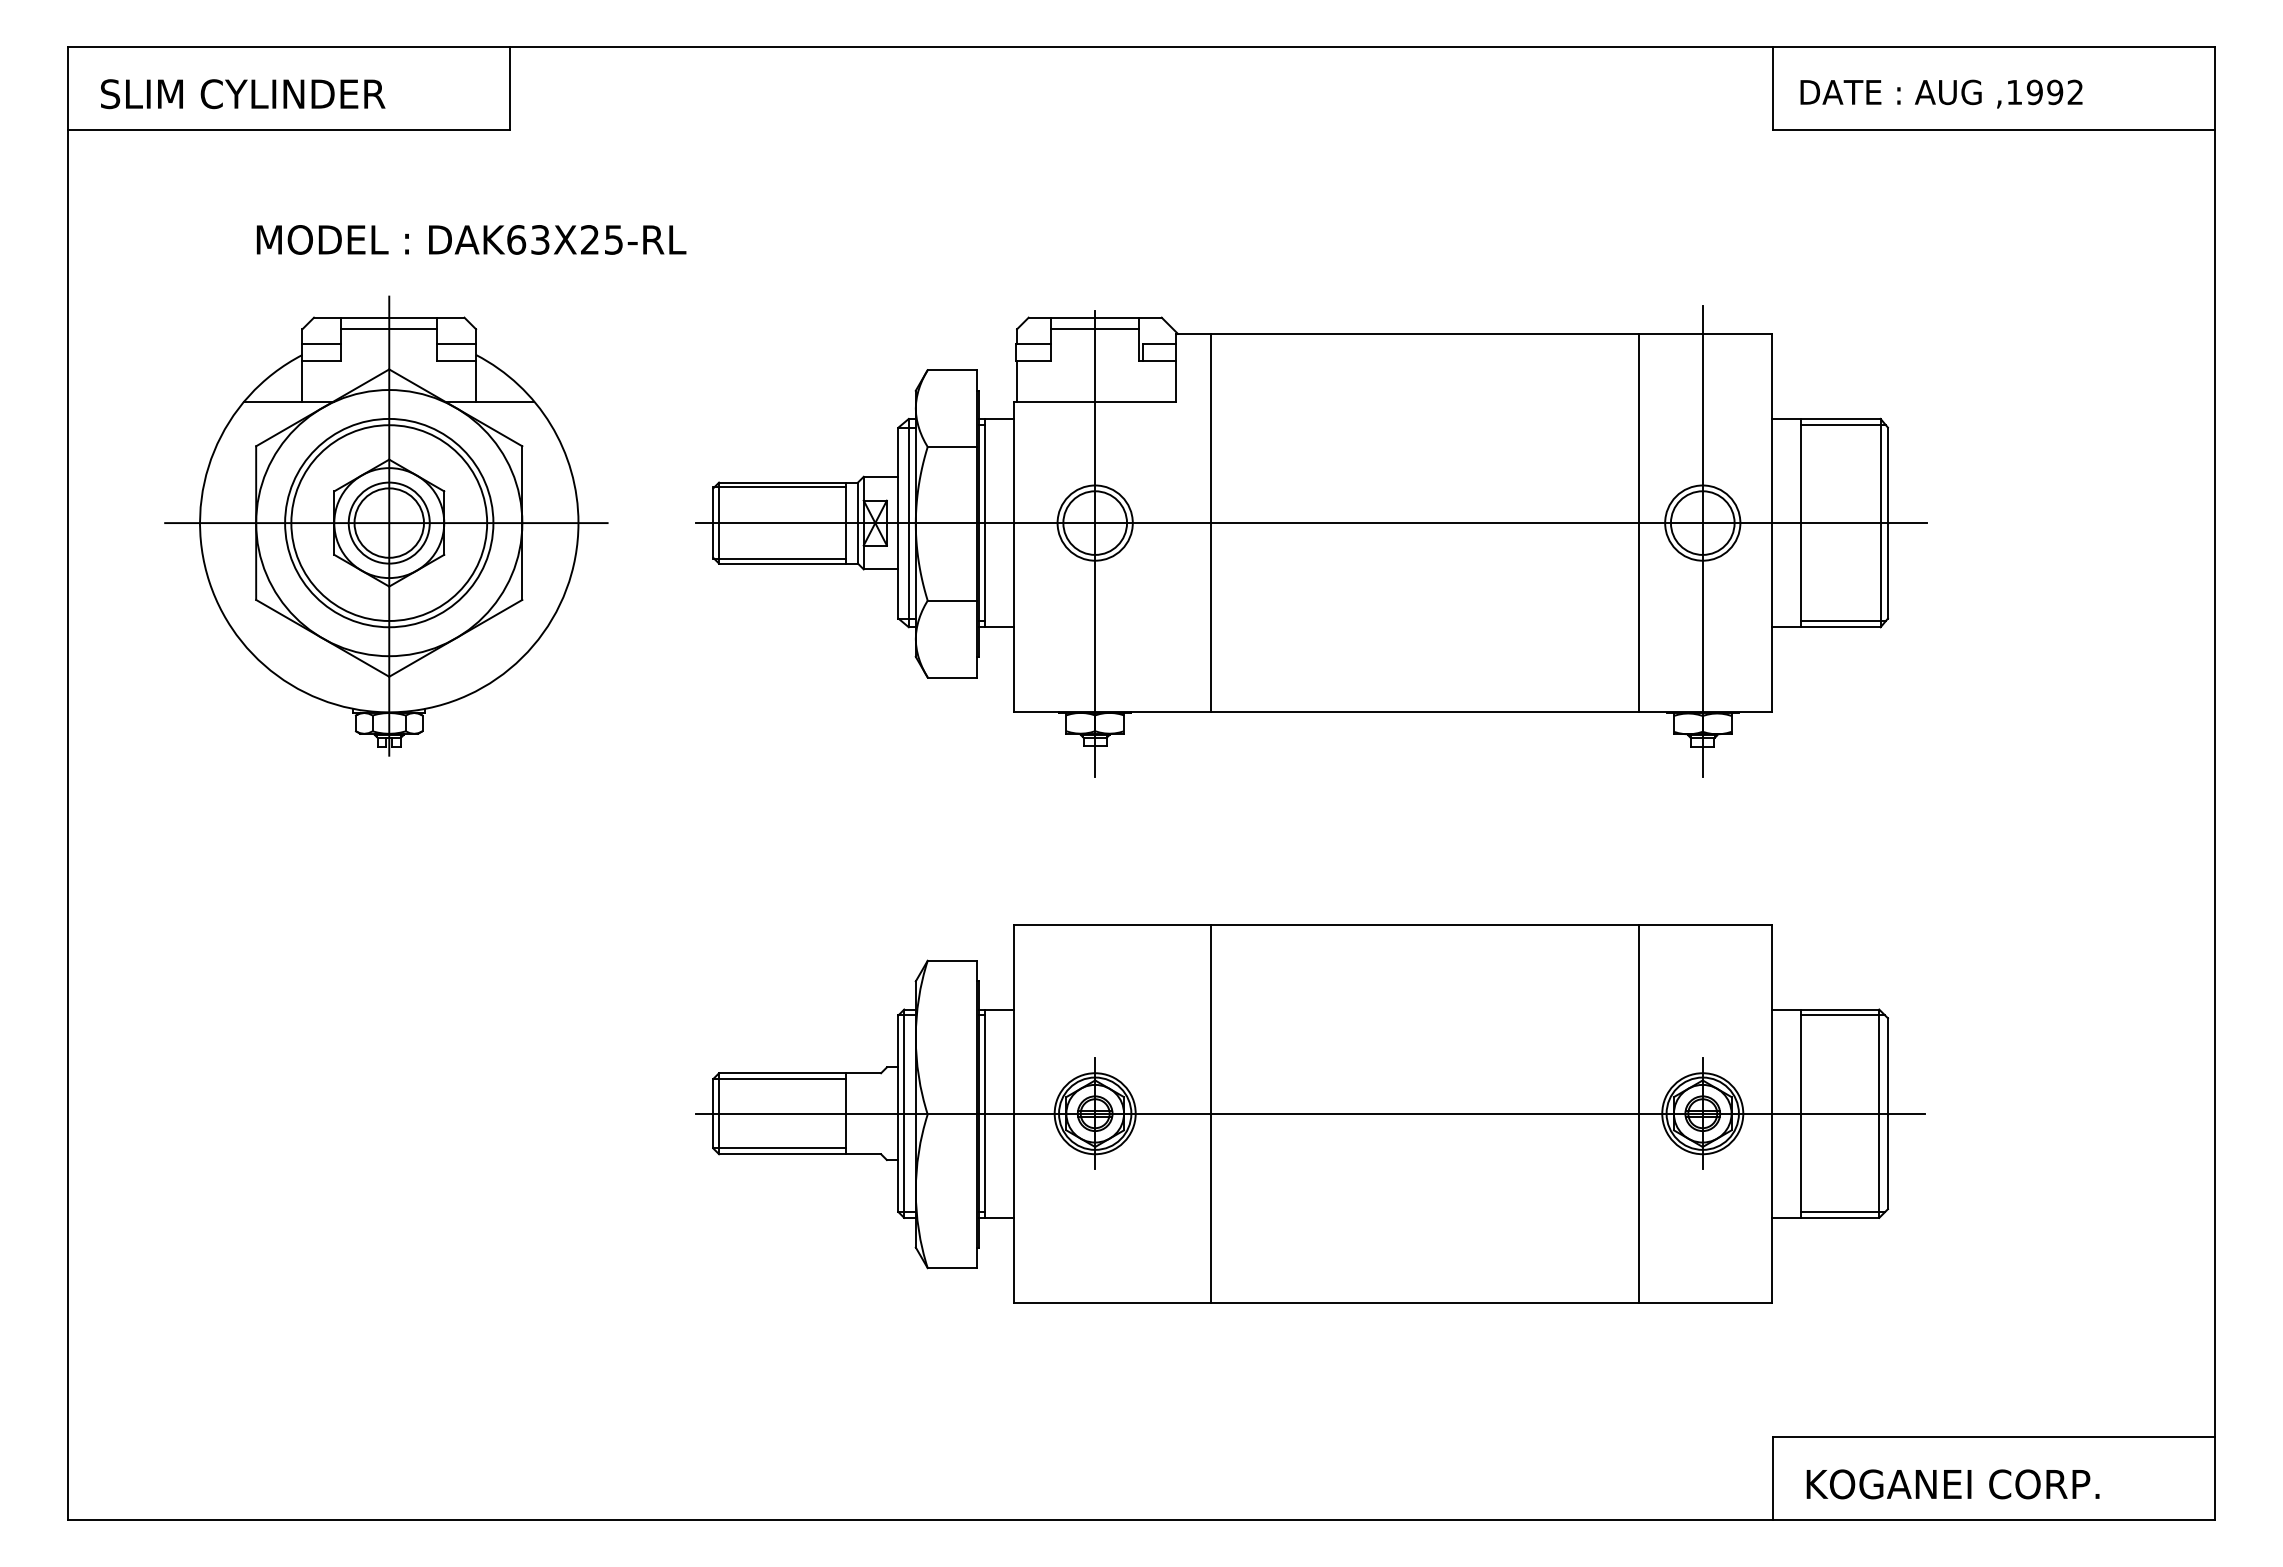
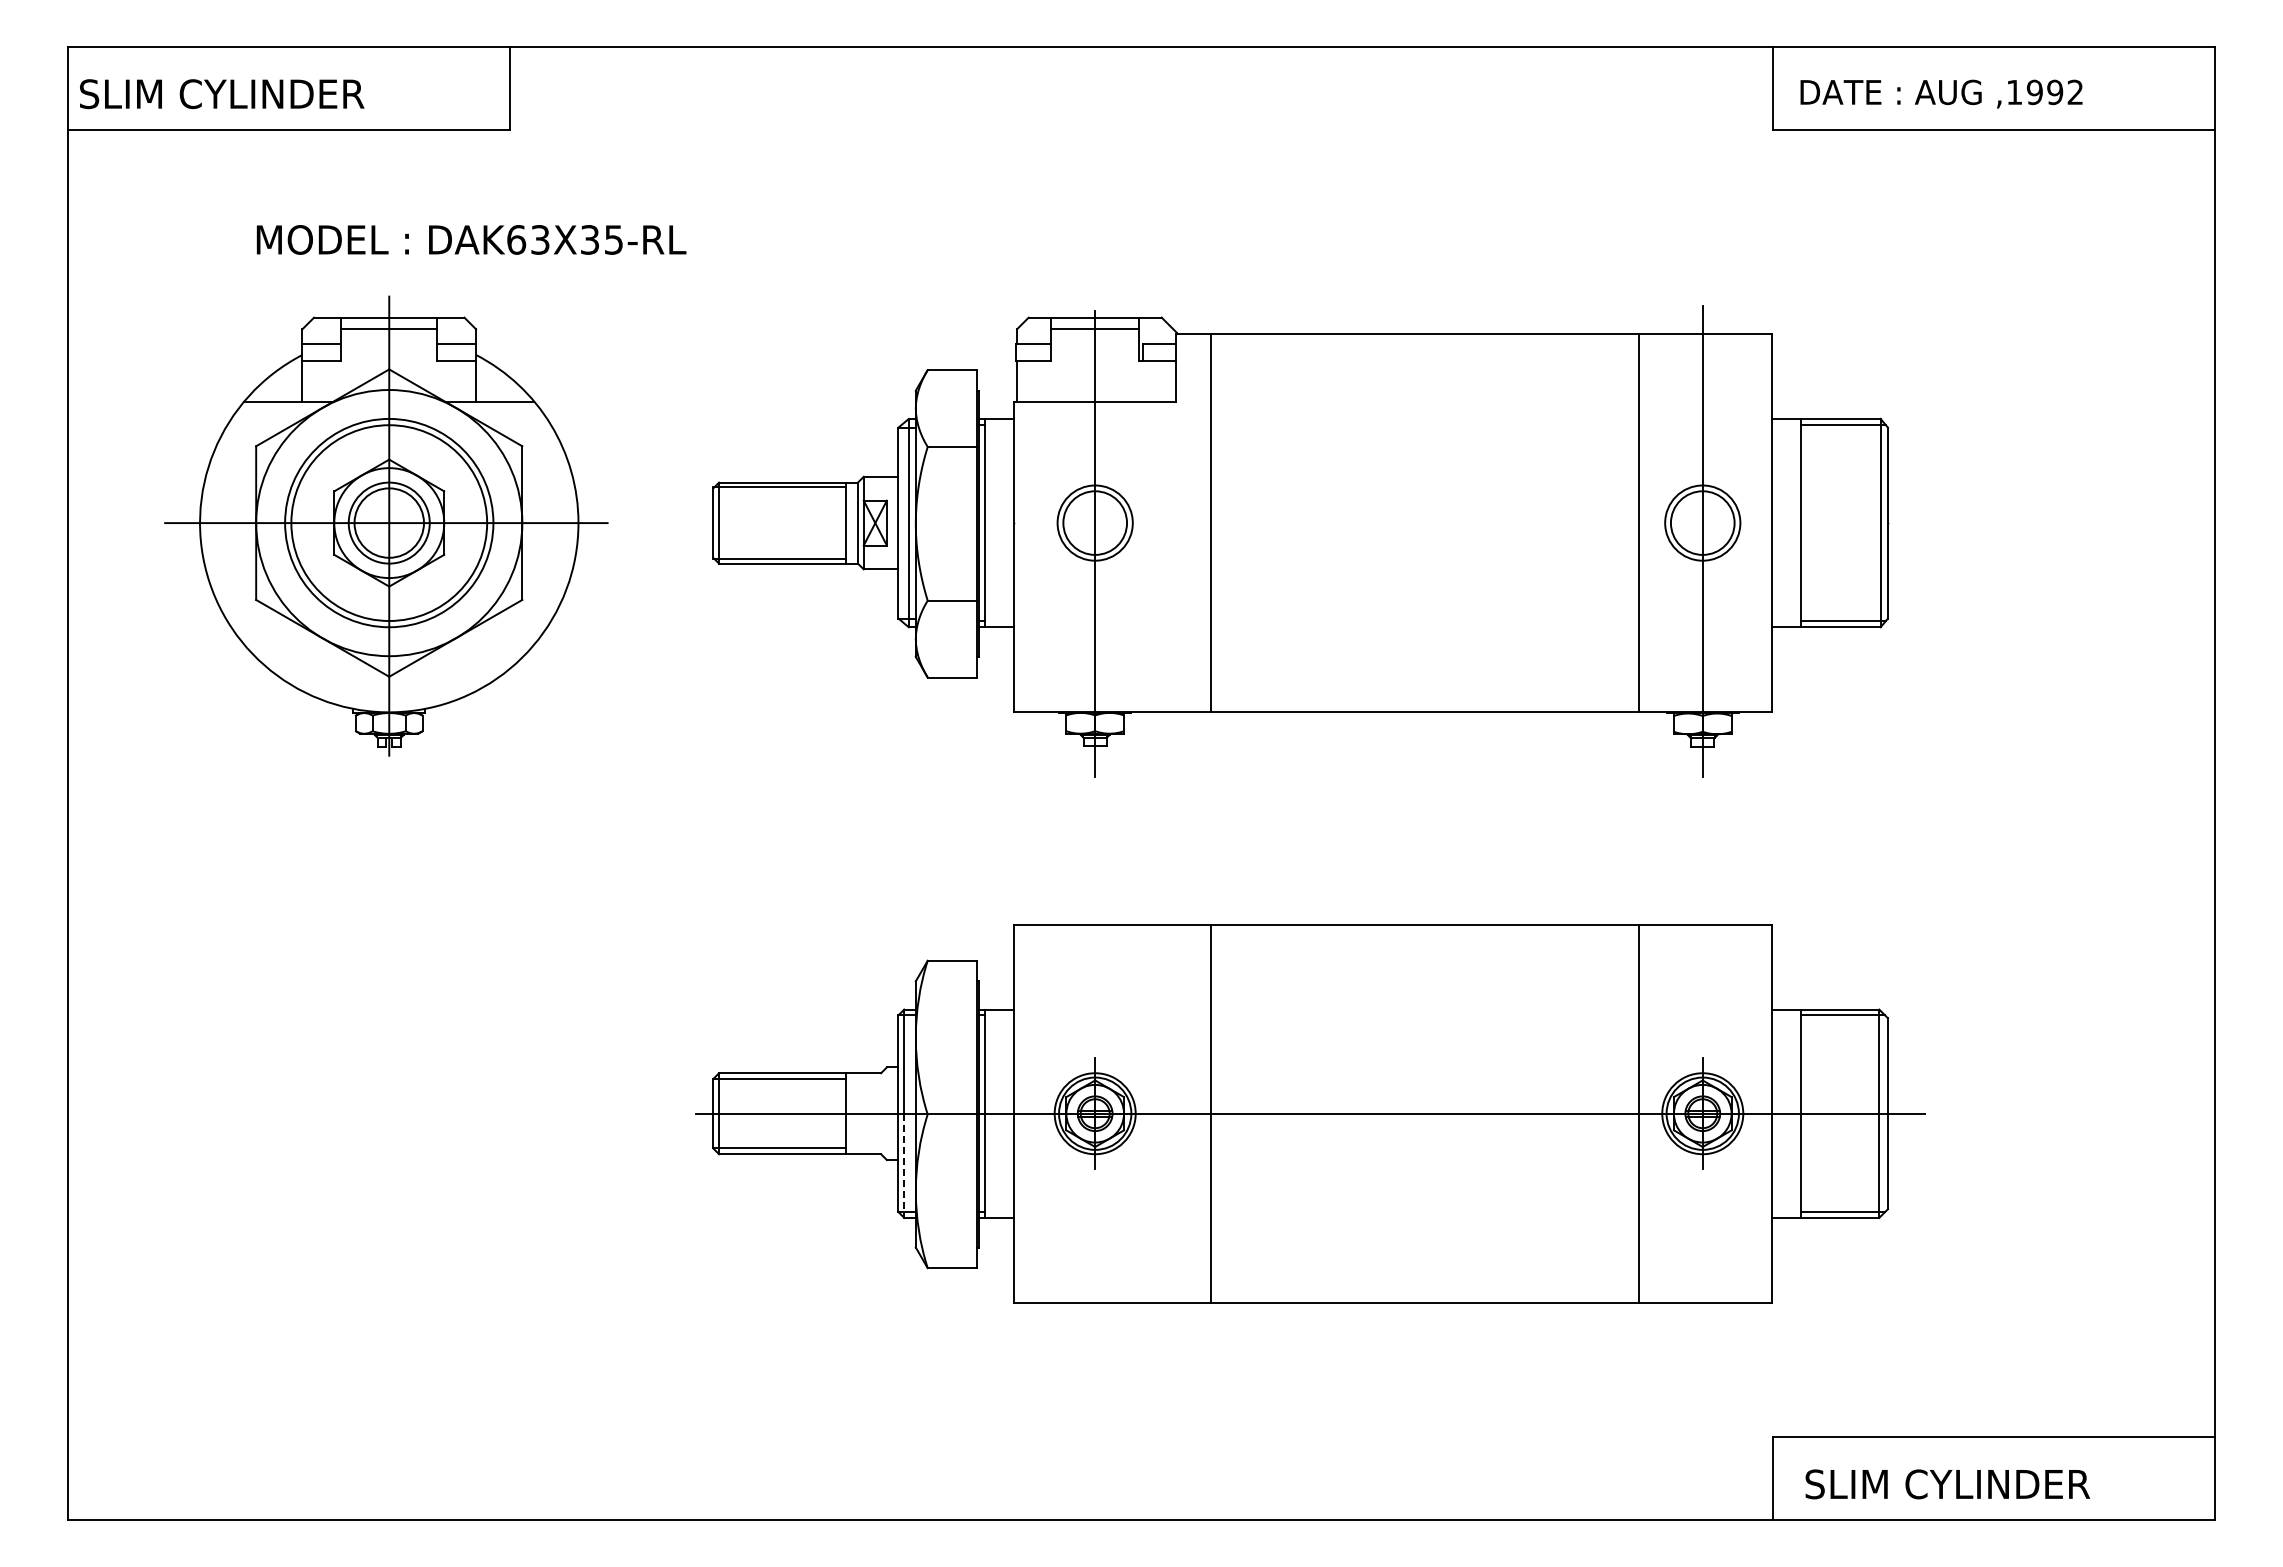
text at (243, 94) position: (243, 94) -> (222, 94)
text at (589, 239): DAK63X25-RL -> DAK63X35-RL
line at (1311, 523): present -> none
line at (904, 1166): solid -> dashed
text at (1952, 1484): KOGANEI CORP. -> SLIM CYLINDER
